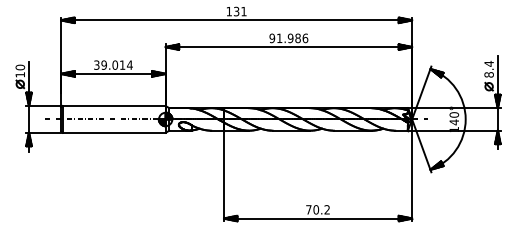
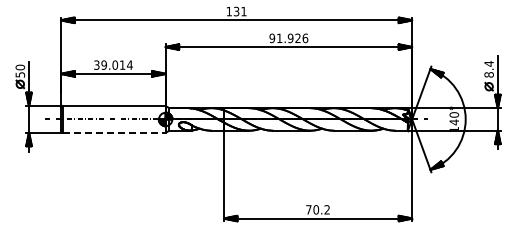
text at (297, 38): 91.986 -> 91.926
text at (20, 74): 10 -> 50
line at (114, 132): solid -> dashed
